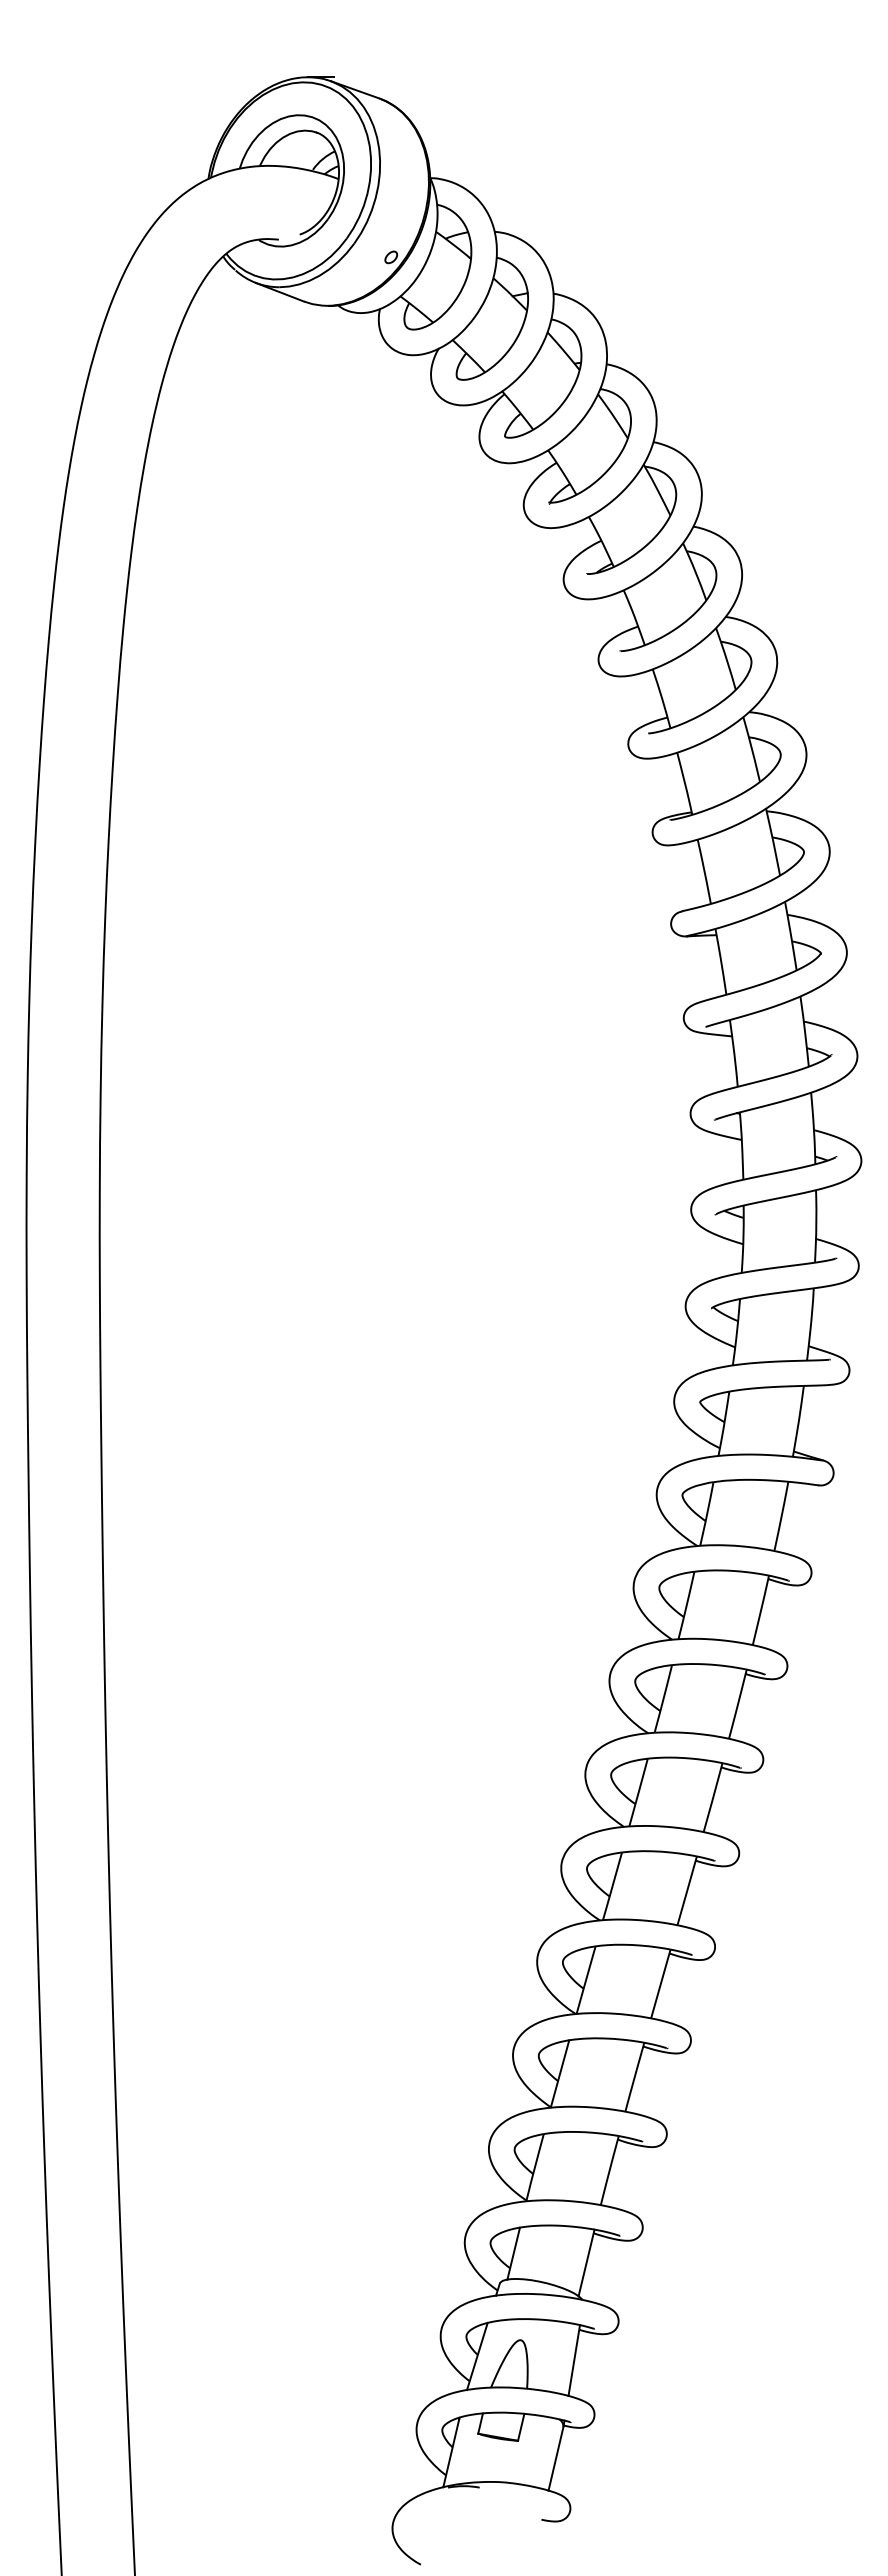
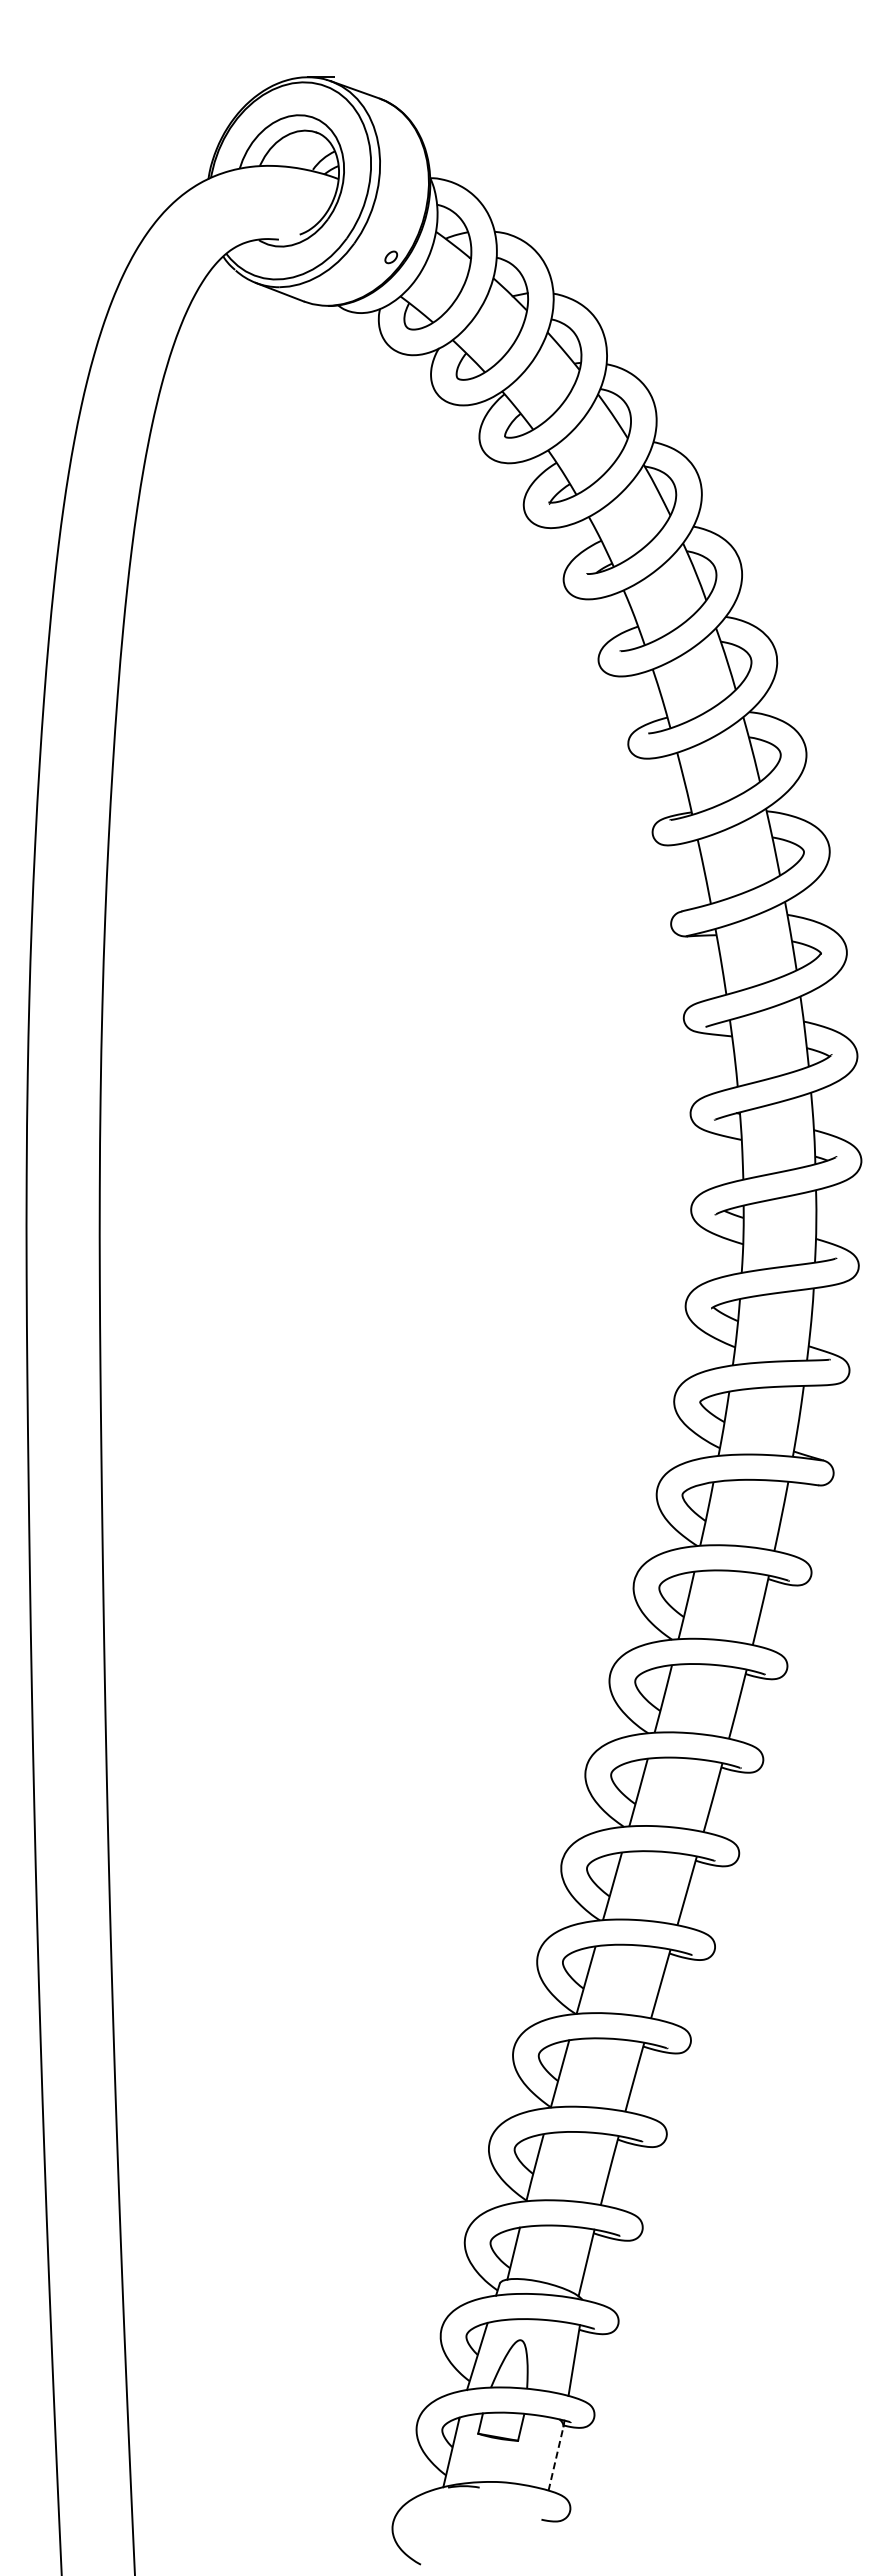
line at (556, 2458): solid -> dashed
